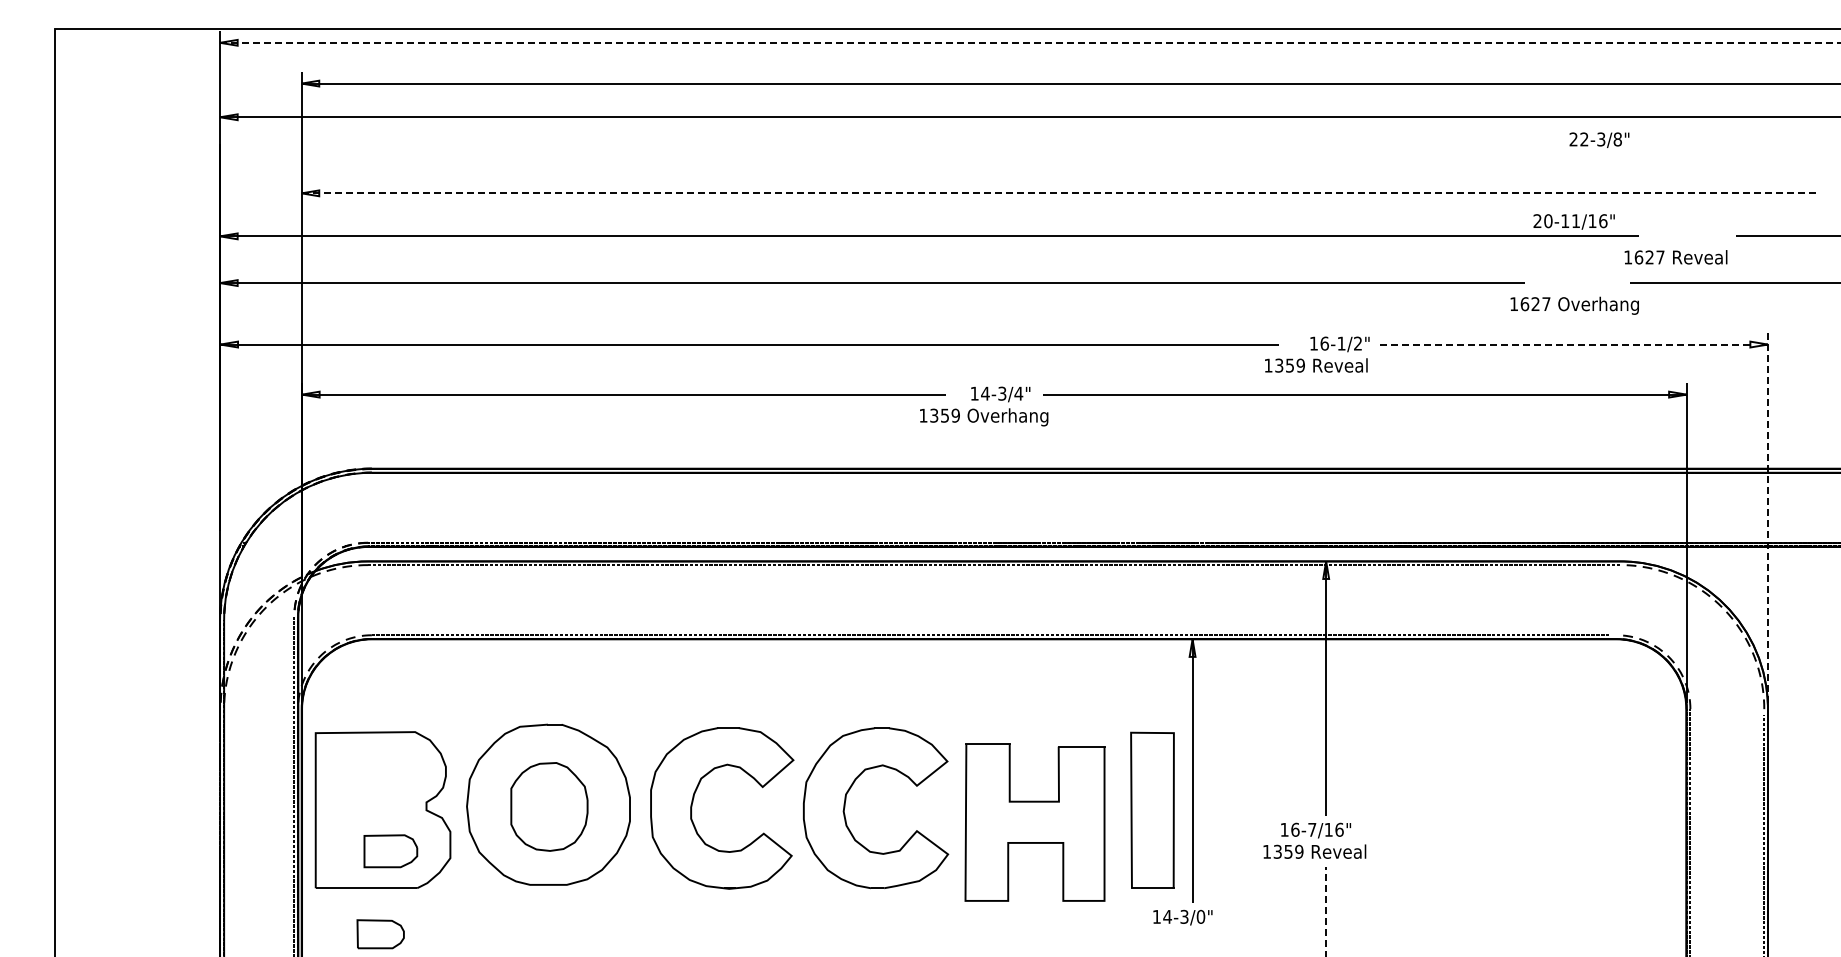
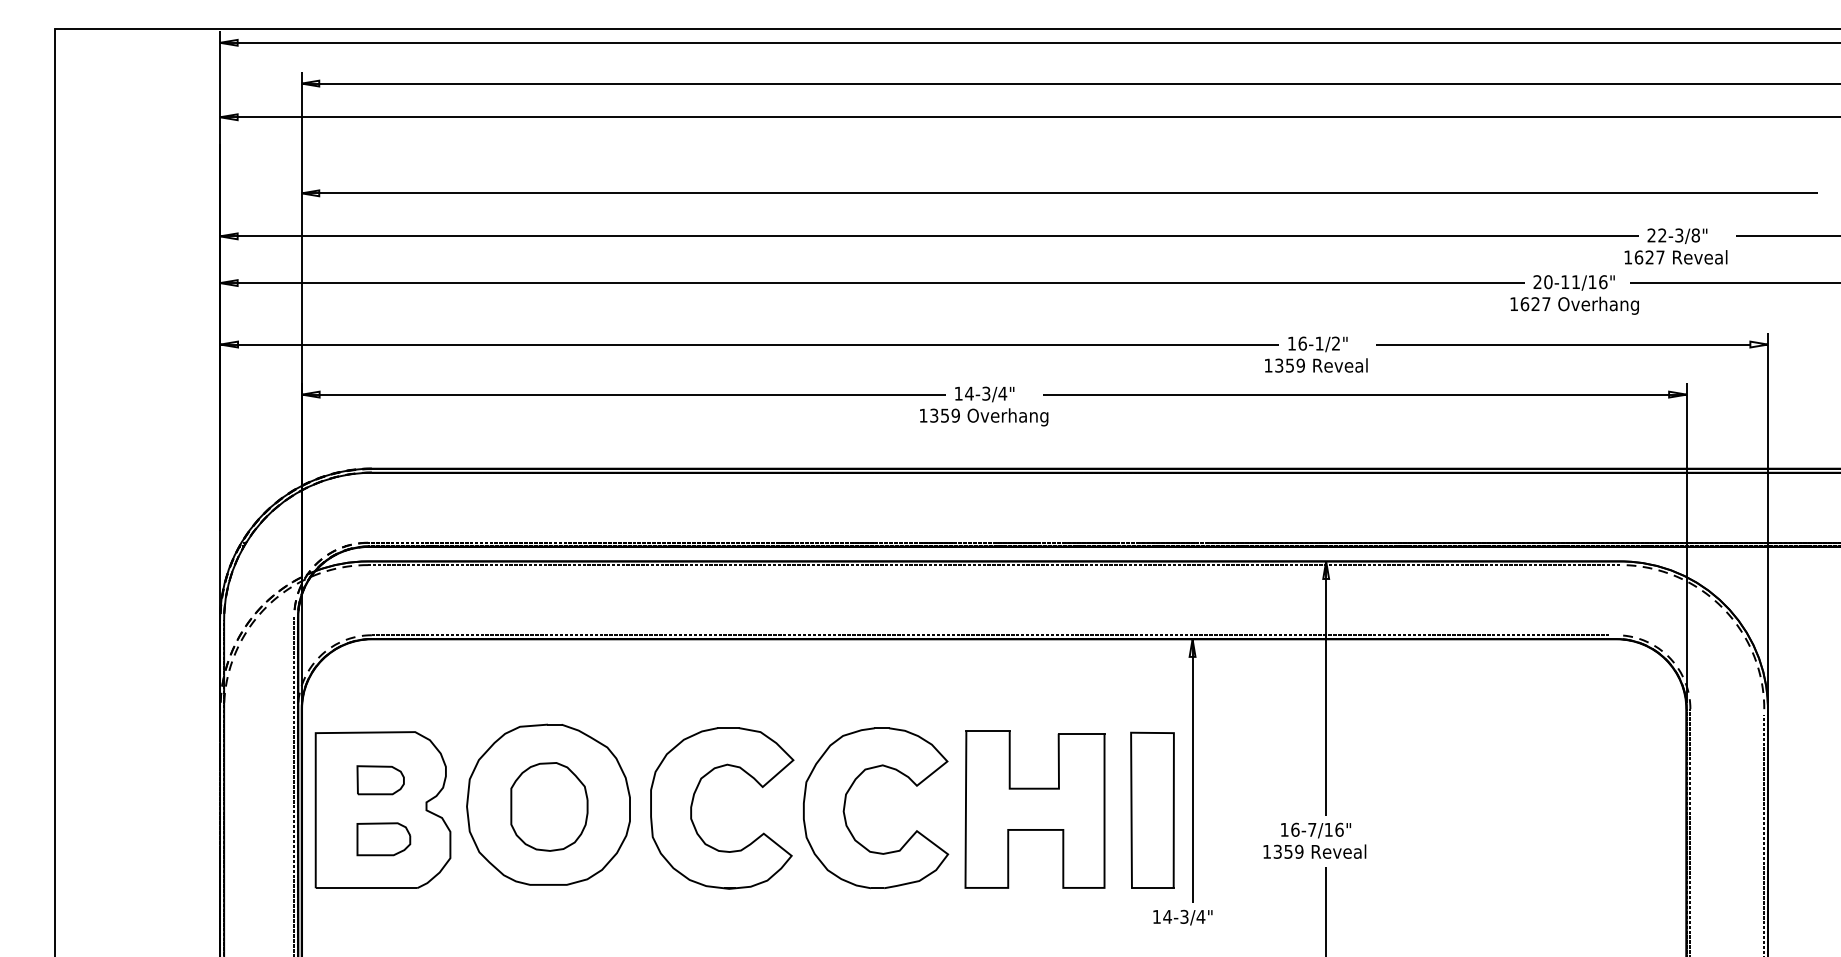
line at (1030, 42): dashed -> solid
text at (1599, 139) position: (1599, 139) -> (1677, 235)
line at (1060, 193): dashed -> solid
text at (1573, 221) position: (1573, 221) -> (1573, 282)
text at (1339, 344) position: (1339, 344) -> (1317, 344)
line at (1562, 344): dashed -> solid
text at (1000, 394) position: (1000, 394) -> (984, 394)
line at (1767, 517): dashed -> solid
part at (1034, 822) position: (1034, 822) -> (1034, 809)
part at (390, 851) position: (390, 851) -> (383, 839)
line at (1326, 911): dashed -> solid
text at (1200, 916): 14-3/0" -> 14-3/4"
part at (380, 934) position: (380, 934) -> (380, 780)
